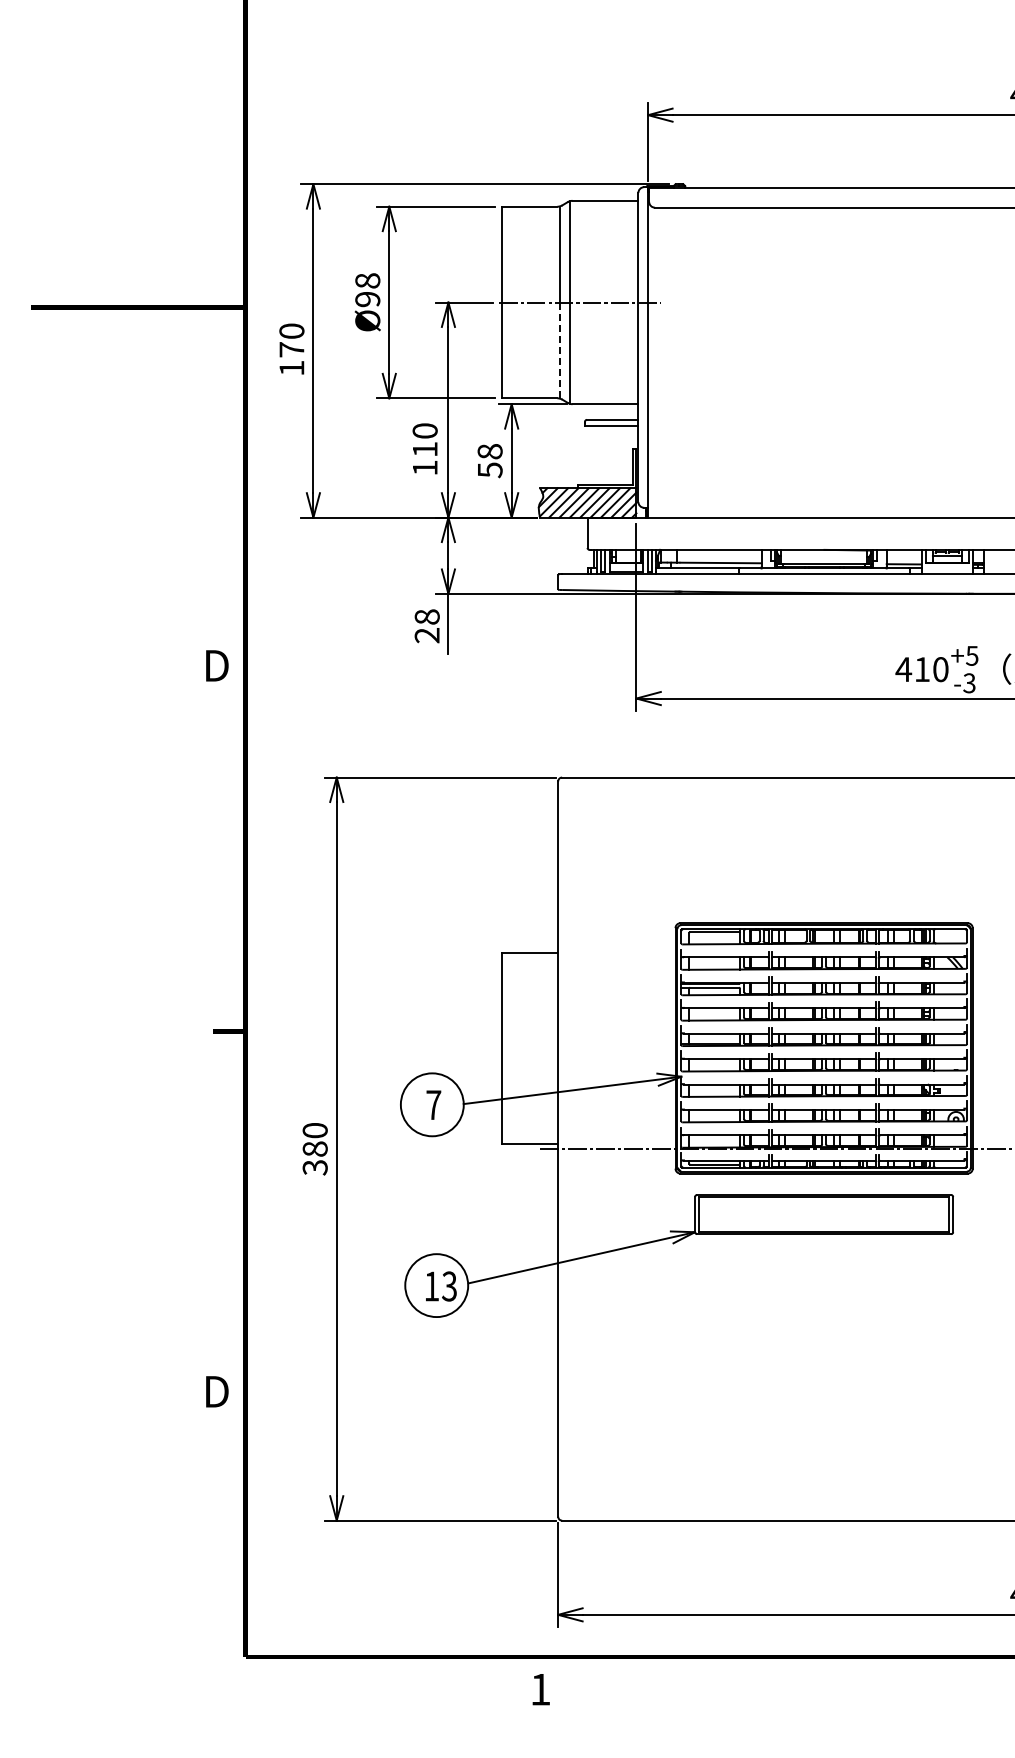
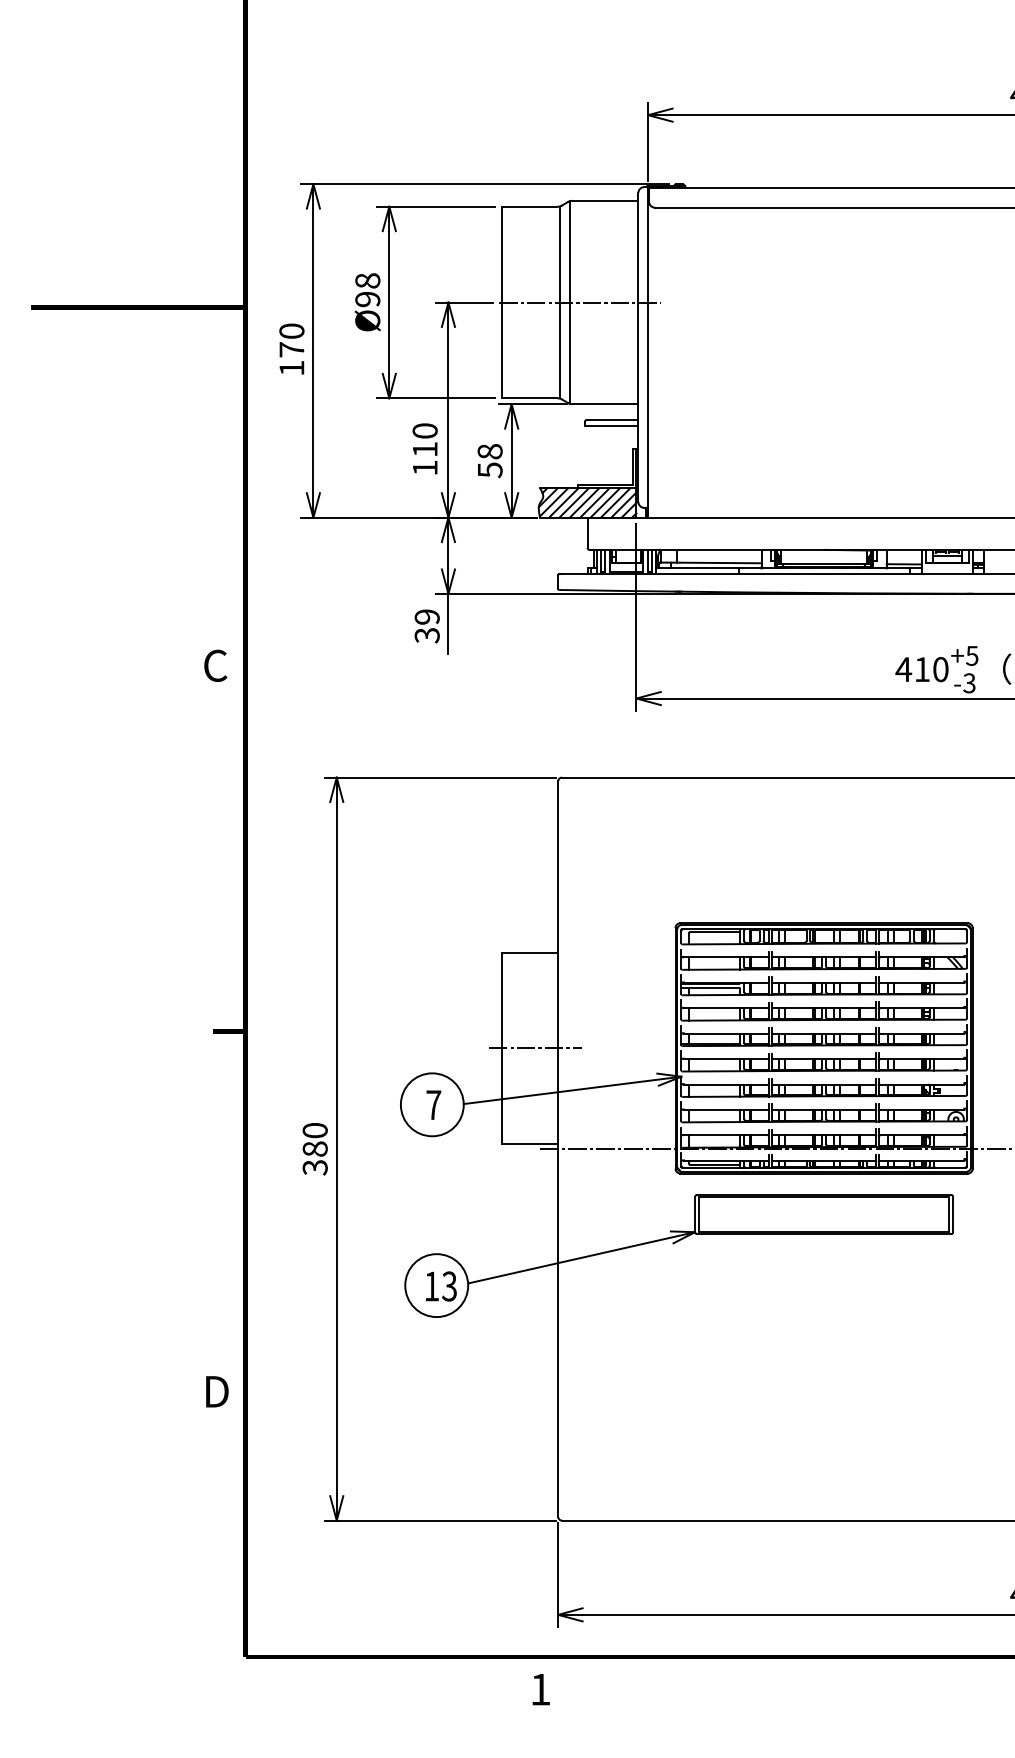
line at (560, 350): dashed -> solid
text at (426, 626): 28 -> 39
text at (216, 665): D -> C
line at (535, 1048): none -> present
